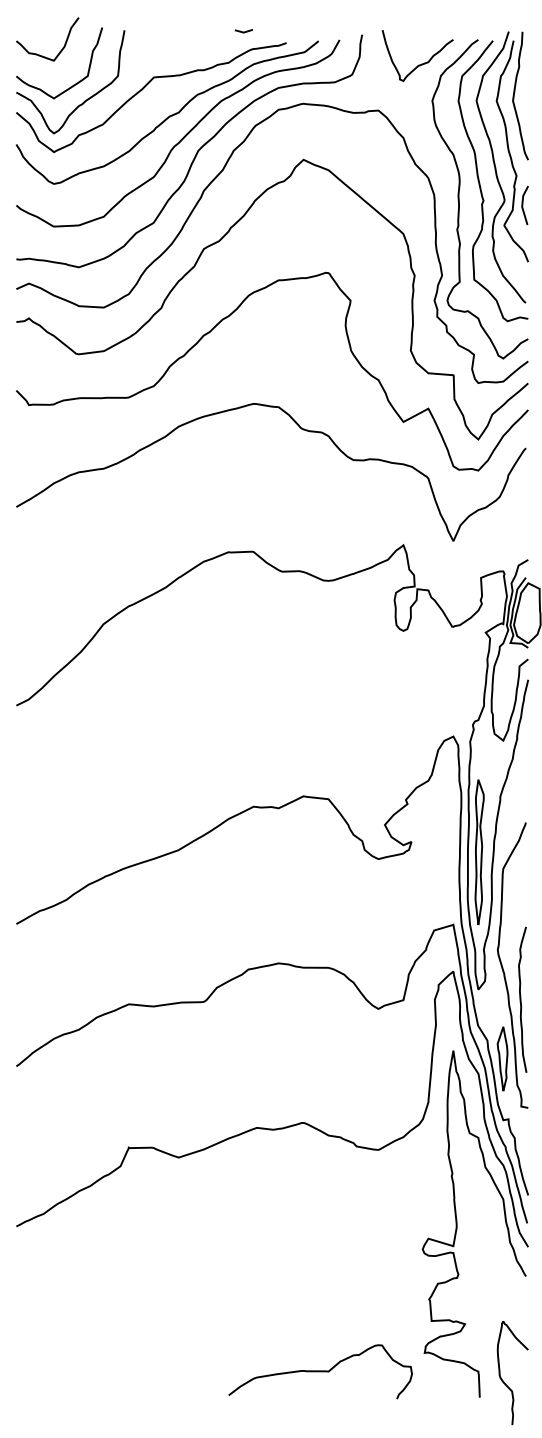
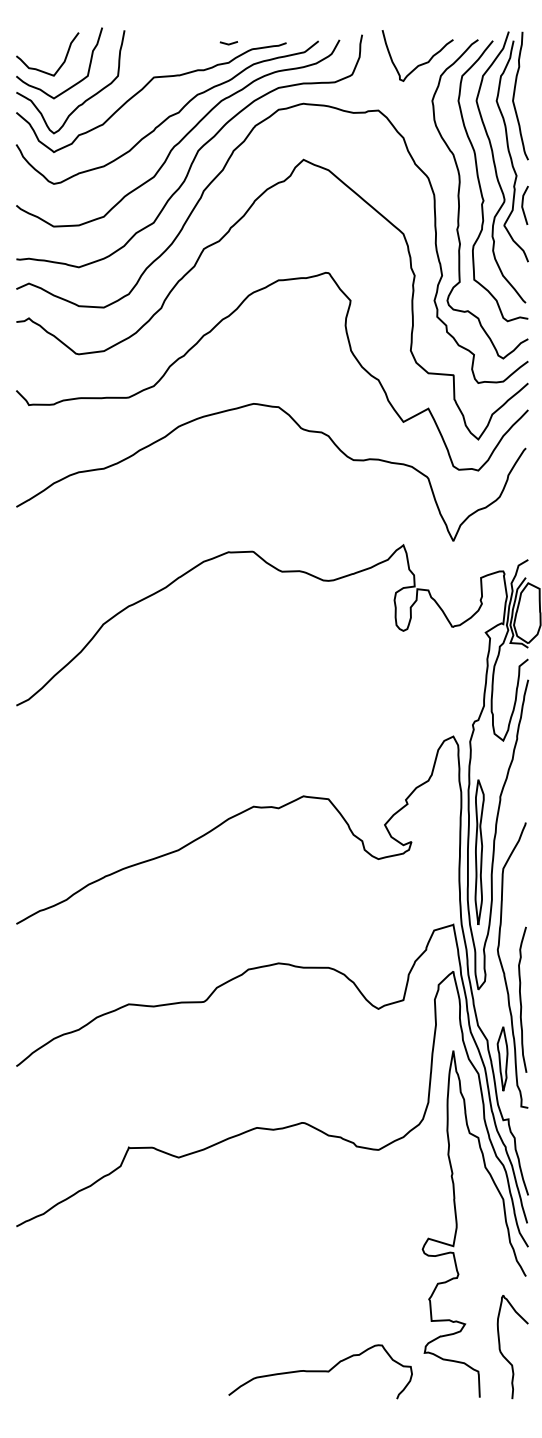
line at (243, 31) position: (243, 31) -> (228, 43)
curve at (42, 55) position: (42, 55) -> (42, 70)
curve at (504, 1381) position: (504, 1381) -> (504, 1355)
